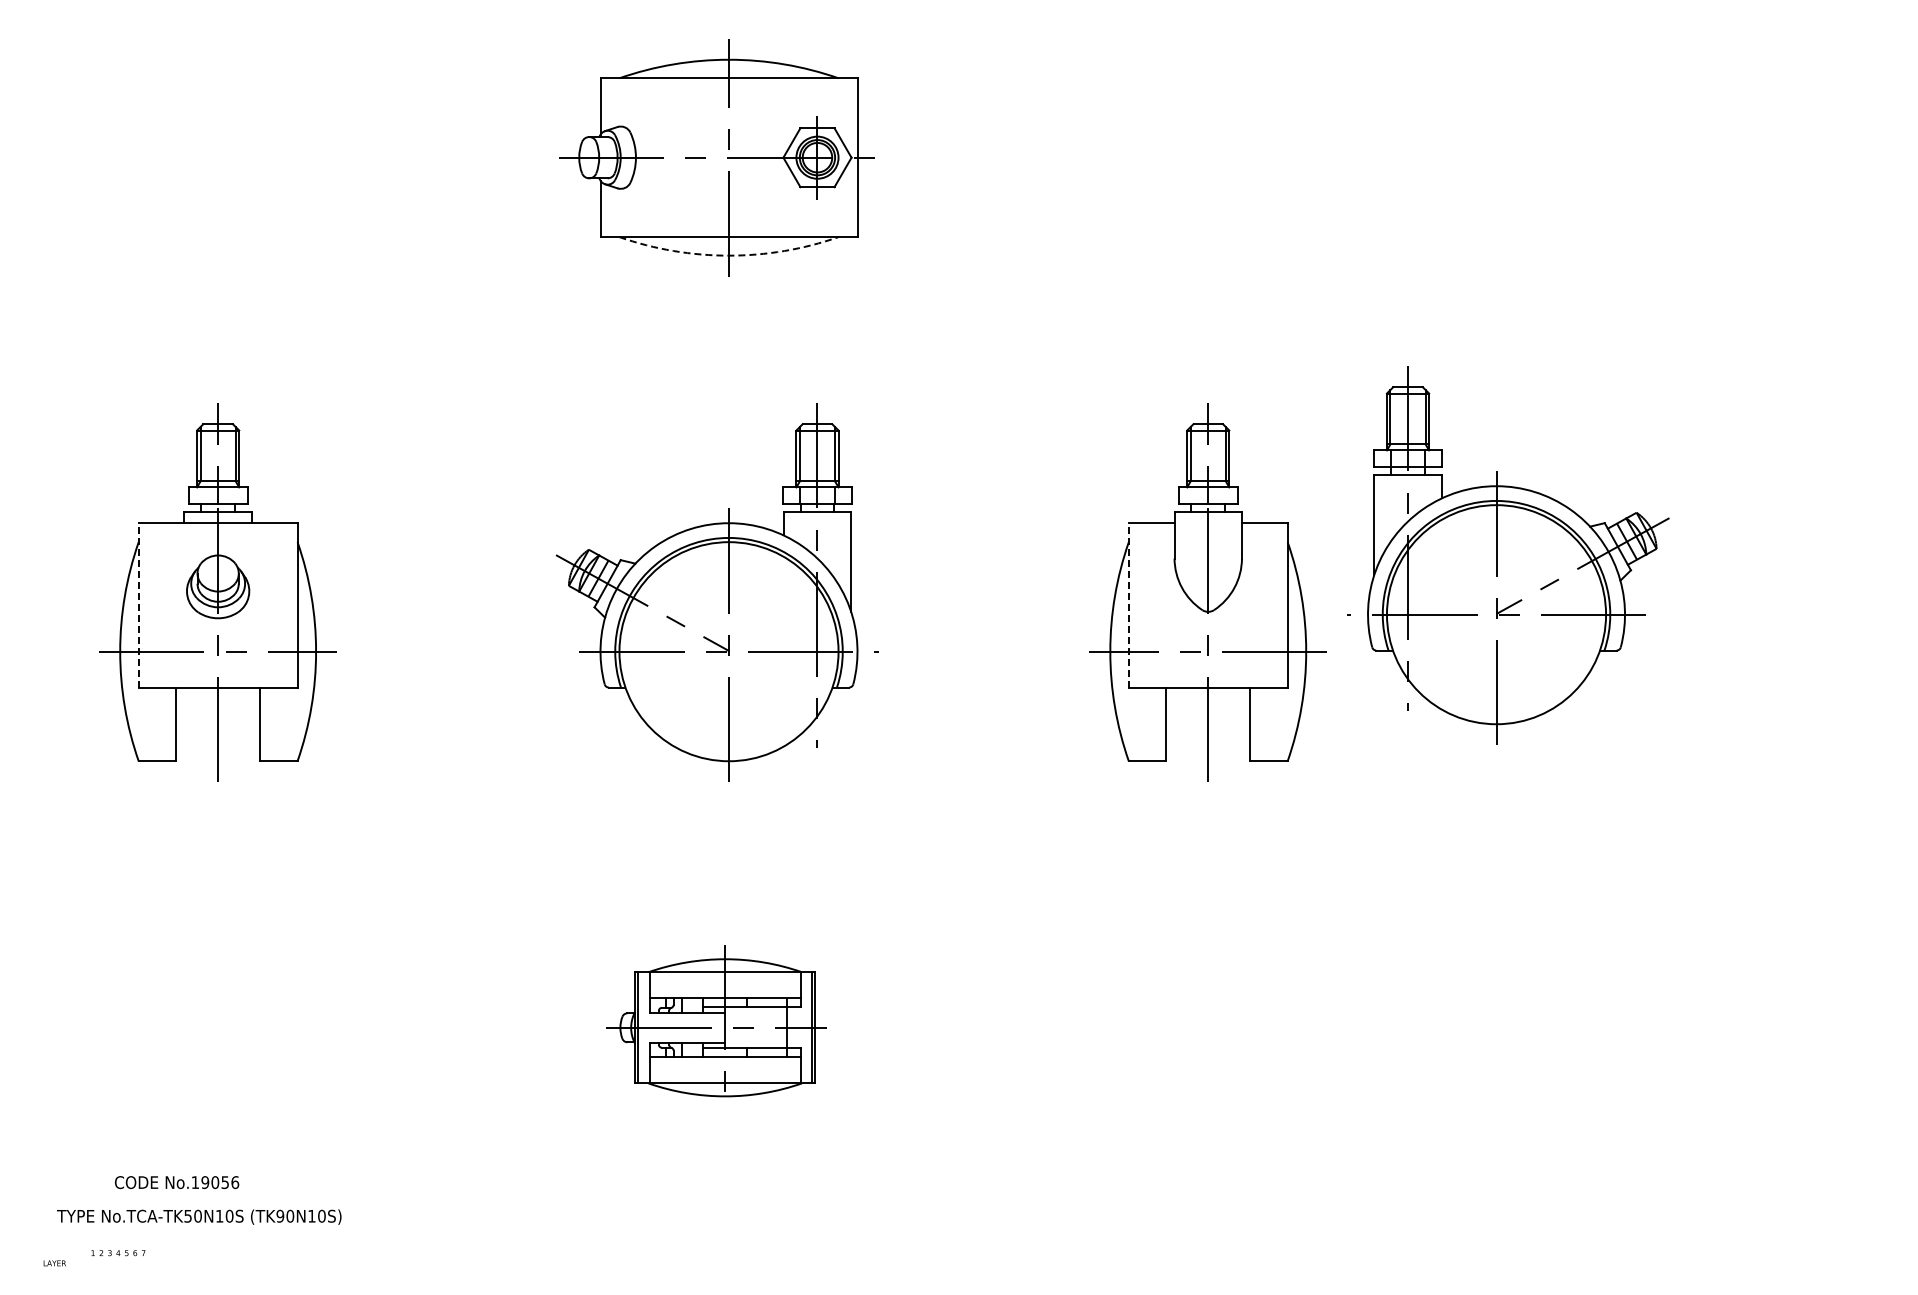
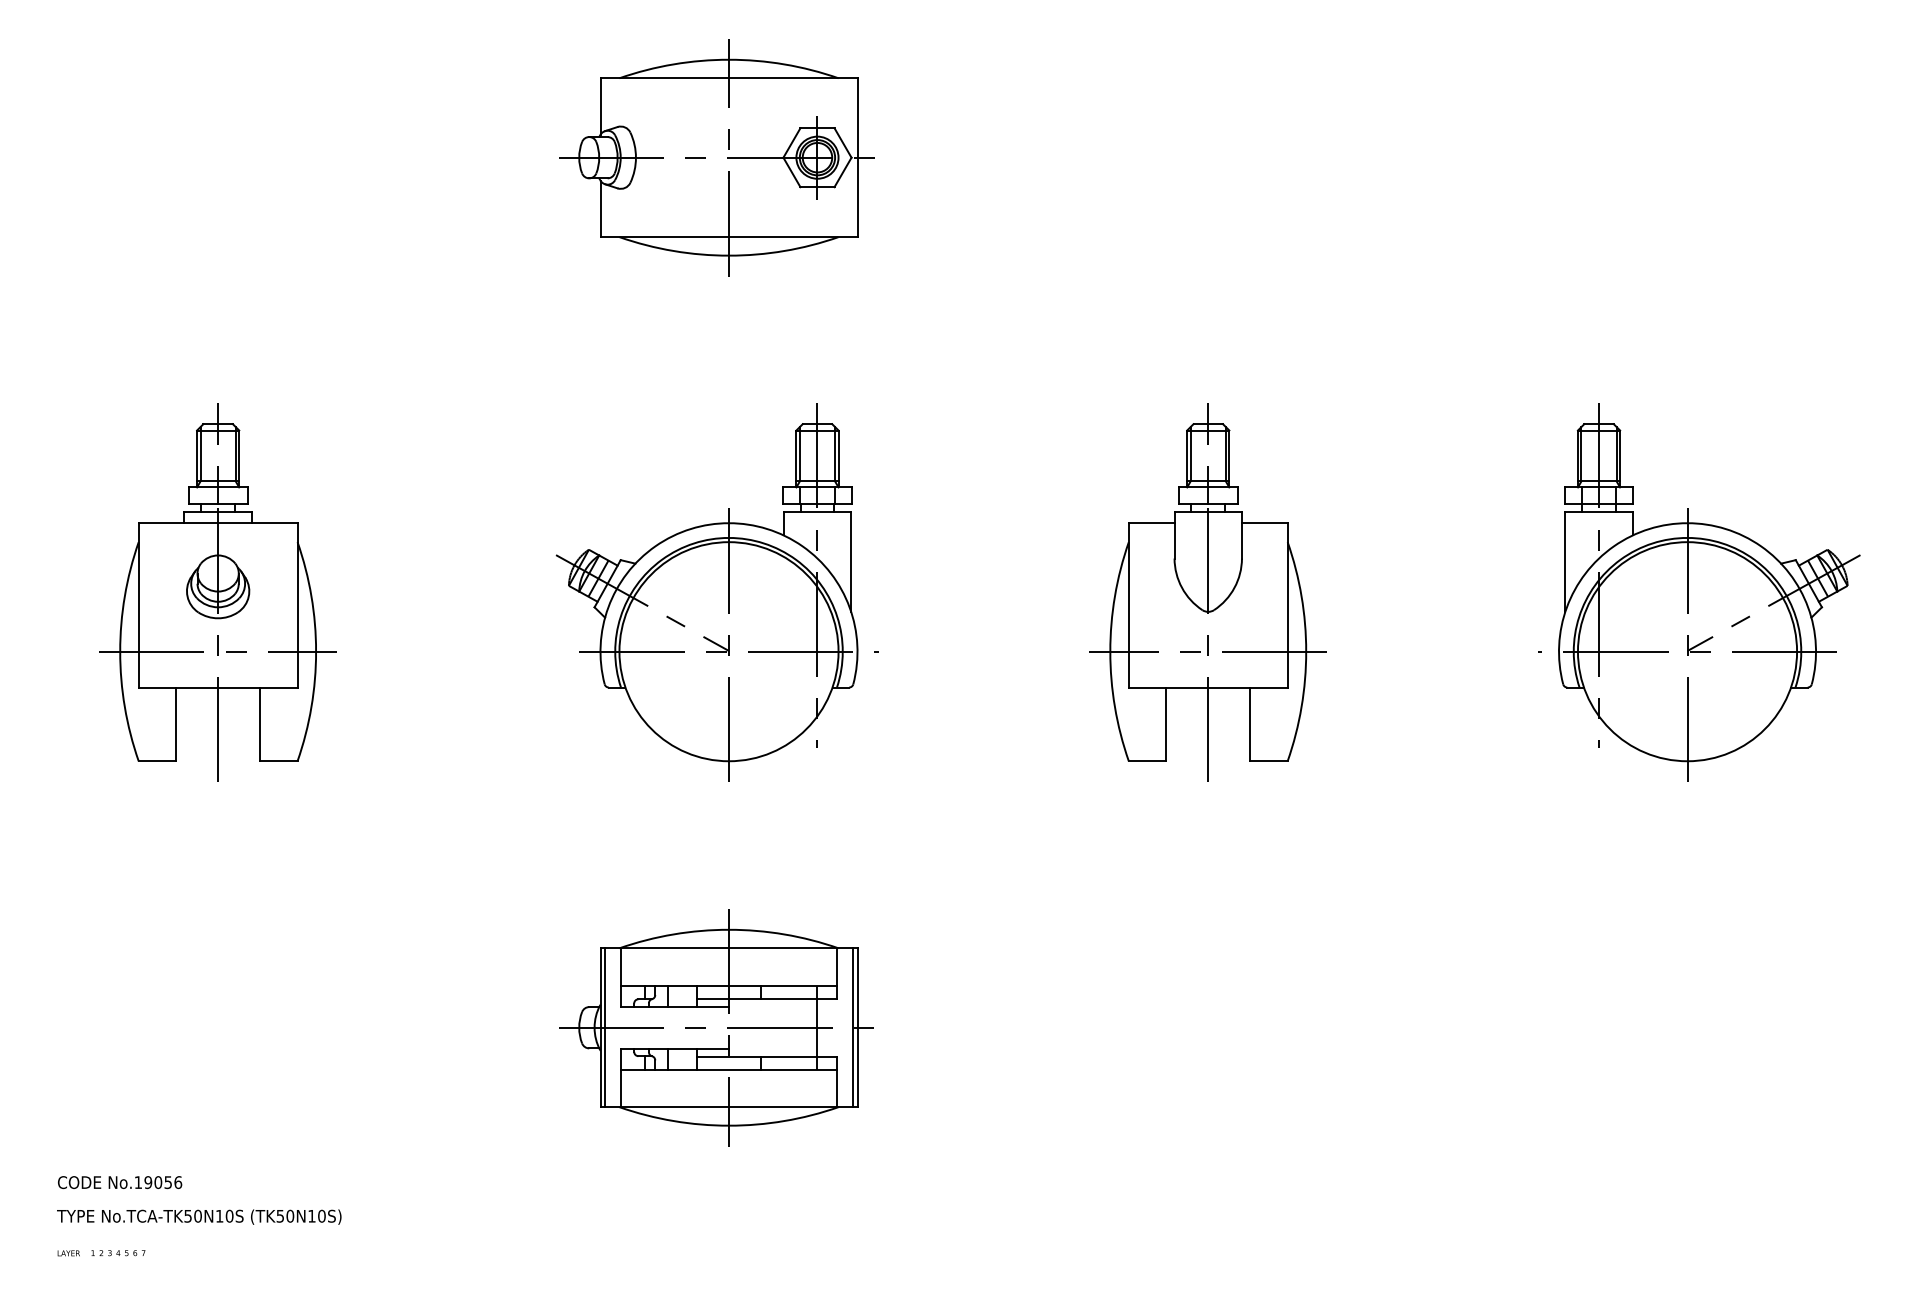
arc at (729, 255): dashed -> solid
part at (1508, 555) position: (1508, 555) -> (1699, 592)
line at (138, 604): dashed -> solid
line at (1128, 604): dashed -> solid
part at (716, 1021) size: 221x153 px -> 315x238 px
text at (177, 1182) position: (177, 1182) -> (120, 1182)
text at (280, 1215): (TK90N10S) -> (TK50N10S)
text at (54, 1263) position: (54, 1263) -> (68, 1253)
